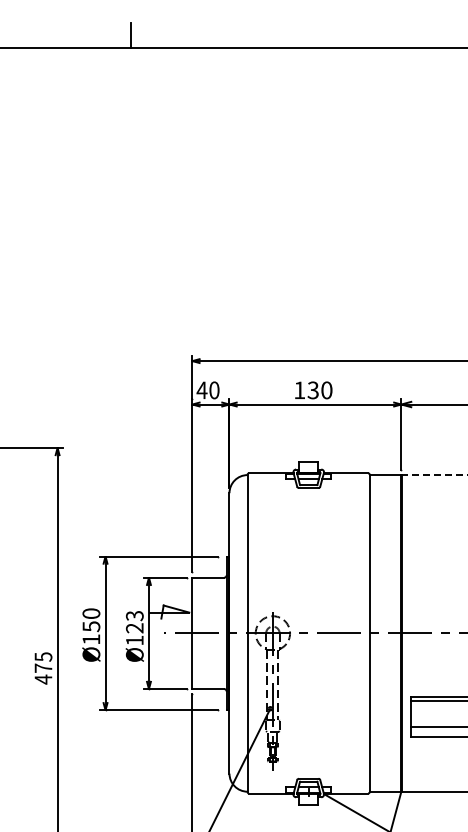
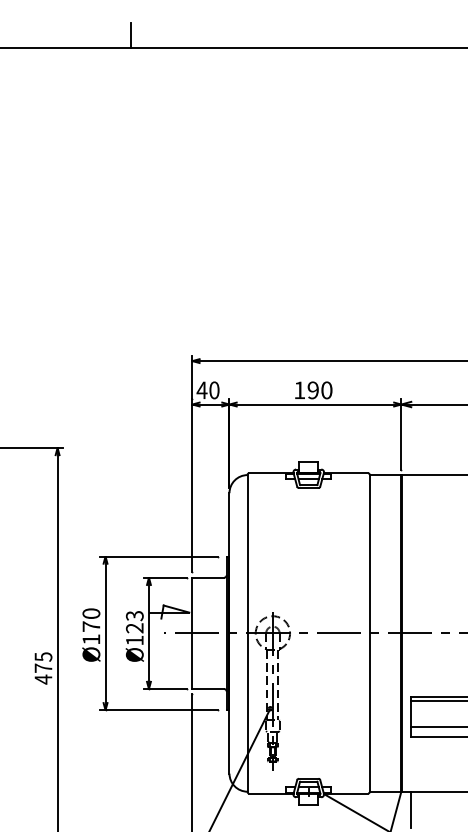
text at (312, 390): 130 -> 190
line at (434, 475): dashed -> solid
text at (91, 626): Ø150 -> Ø170
line at (411, 809): none -> present
